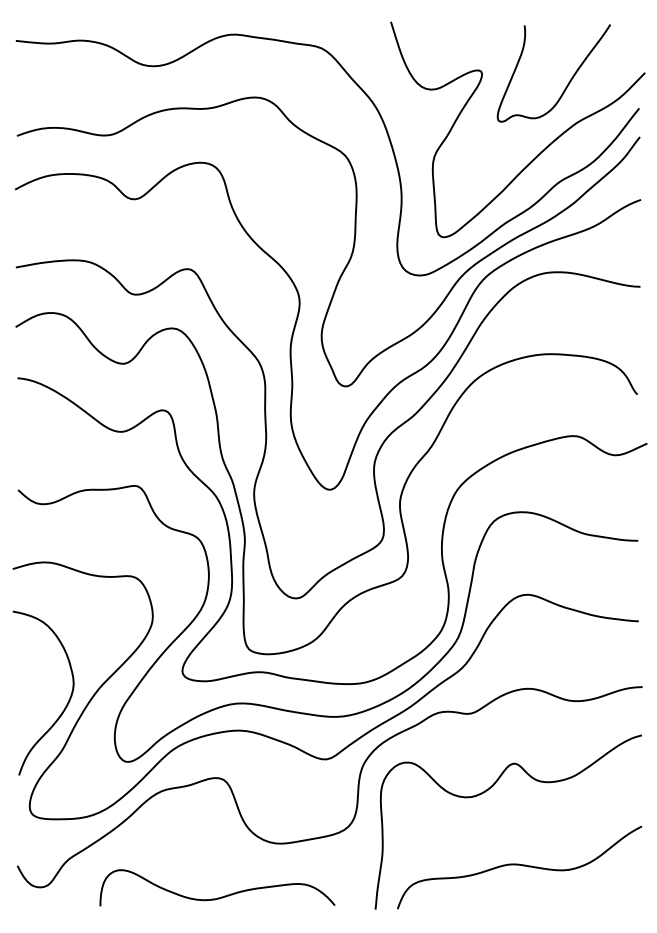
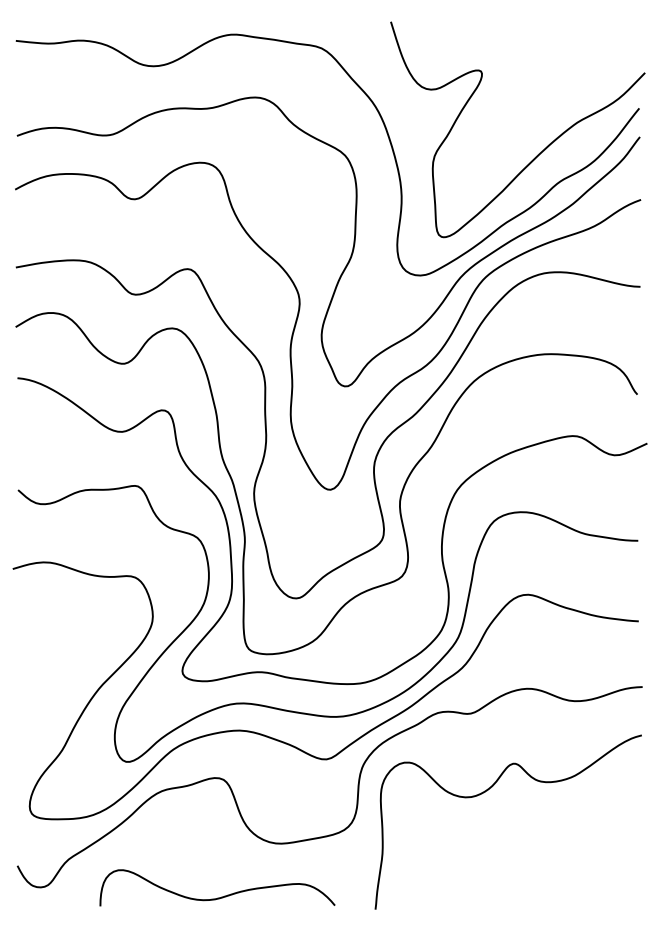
curve at (569, 80): present -> none
curve at (64, 707): present -> none
curve at (519, 865): present -> none
